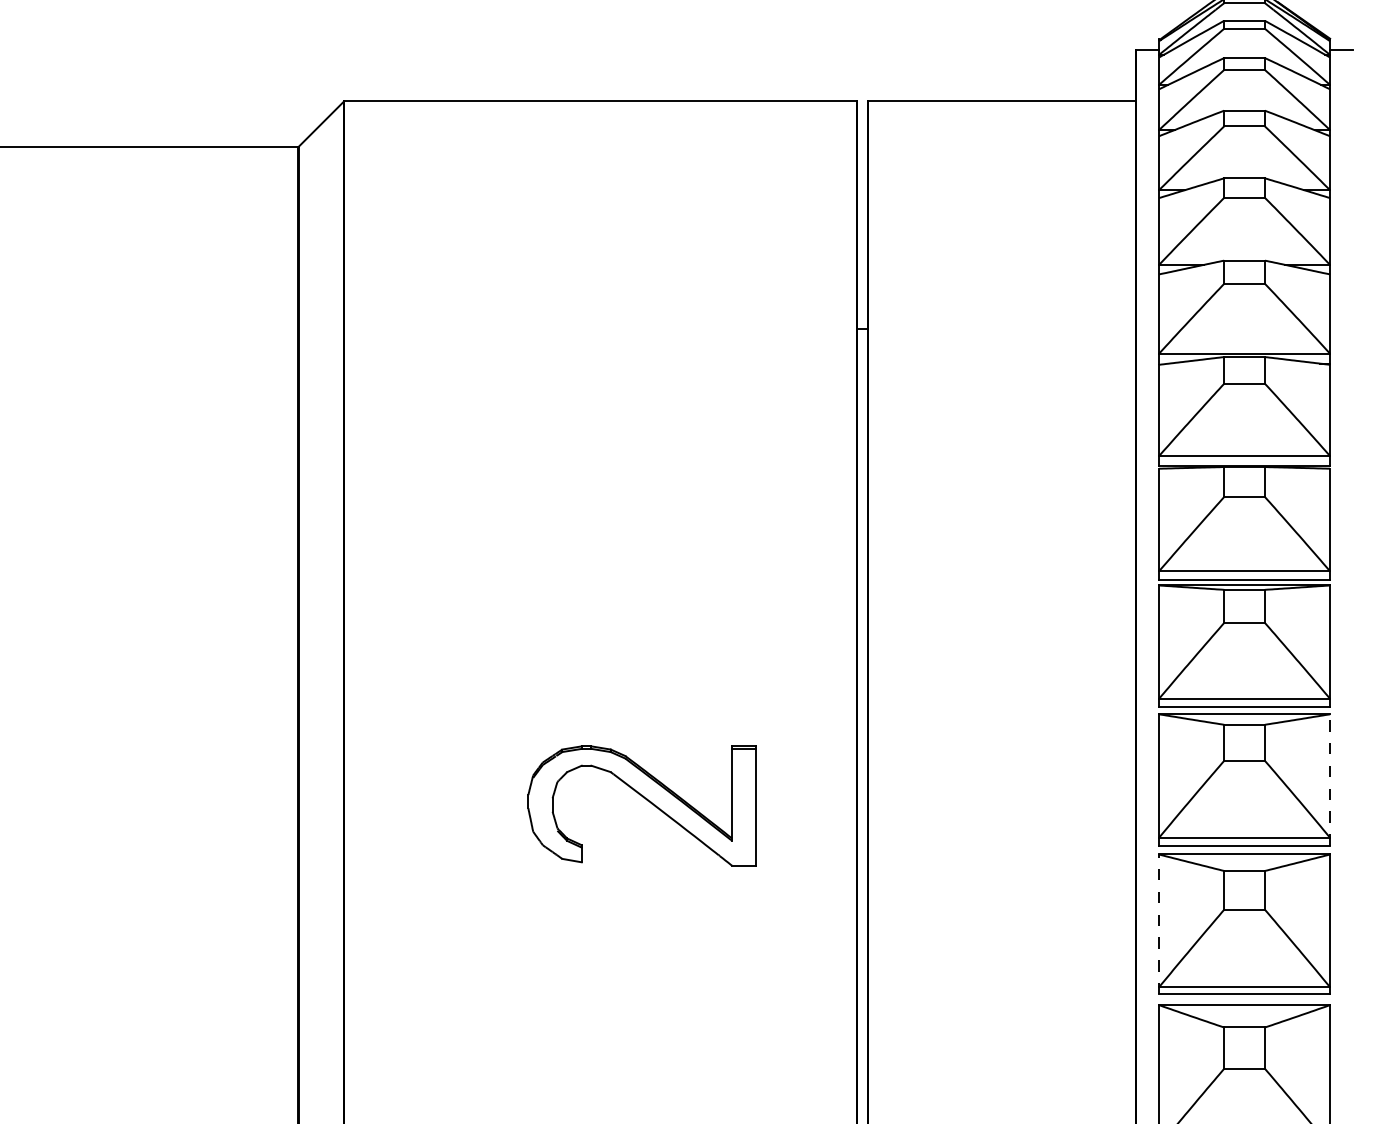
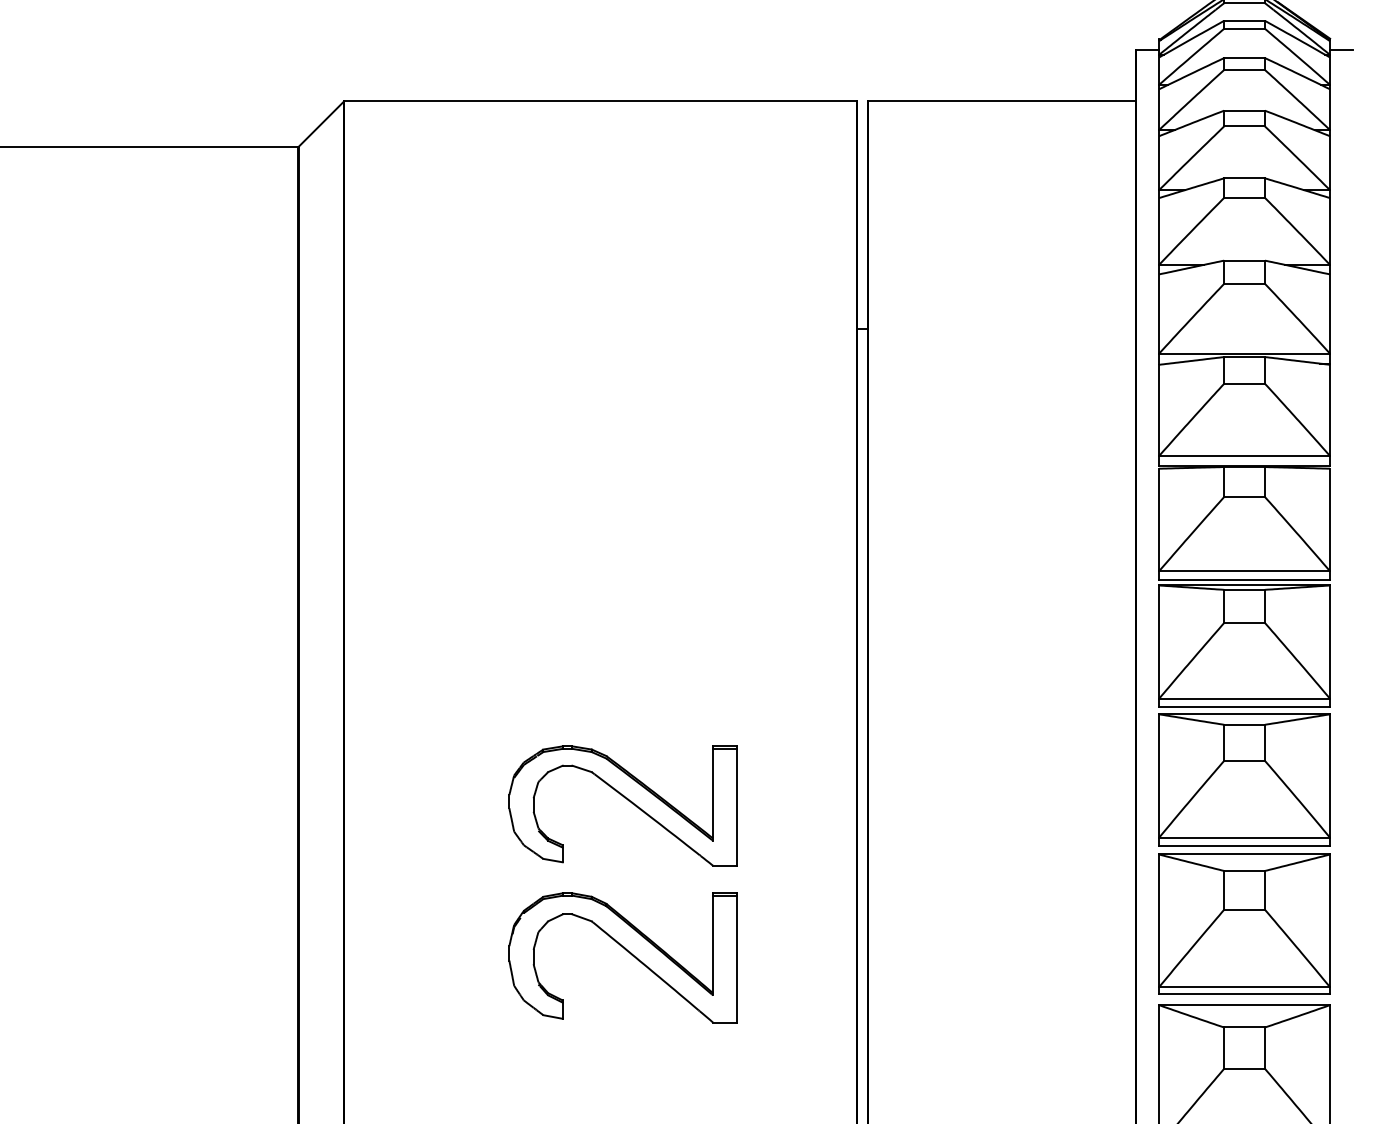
line at (1330, 779): dashed -> solid
part at (646, 800) position: (646, 800) -> (627, 800)
line at (1159, 924): dashed -> solid
part at (626, 951): none -> present
